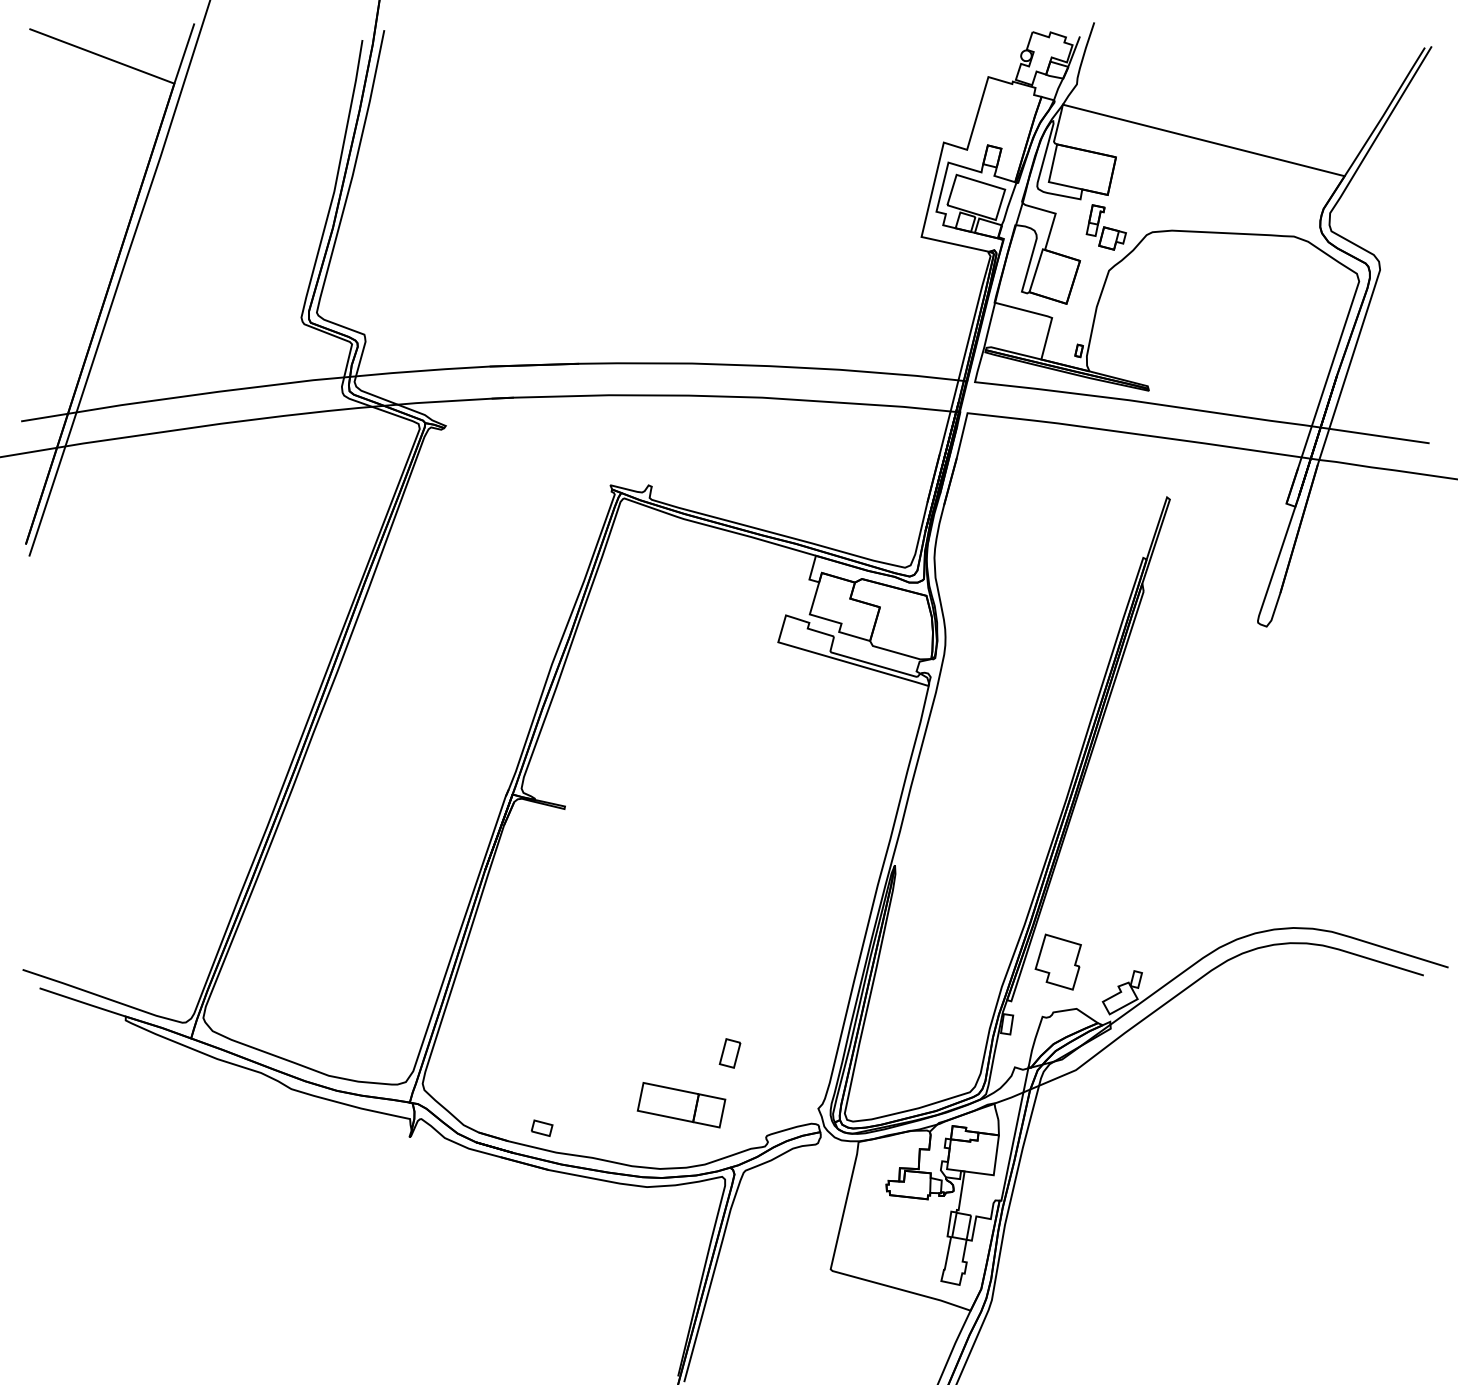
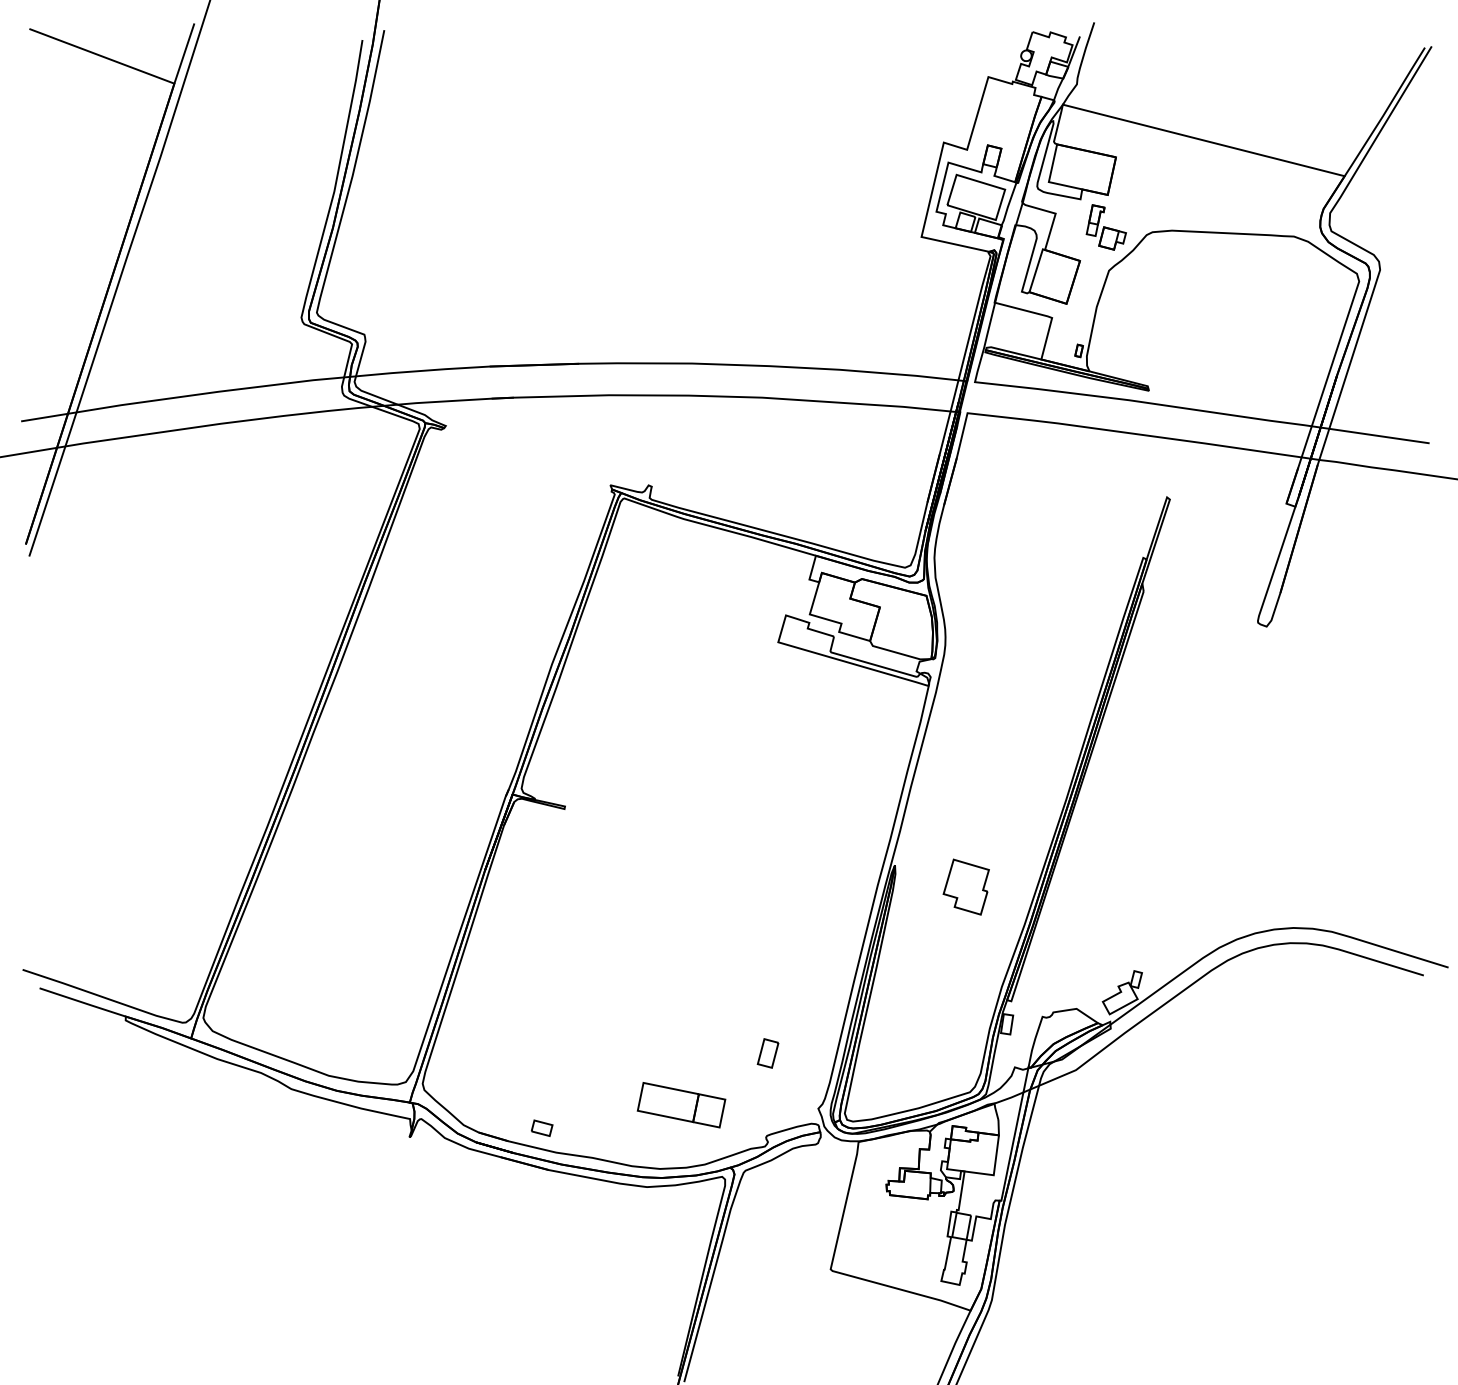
part at (1057, 961) position: (1057, 961) -> (965, 886)
part at (729, 1053) position: (729, 1053) -> (767, 1053)
